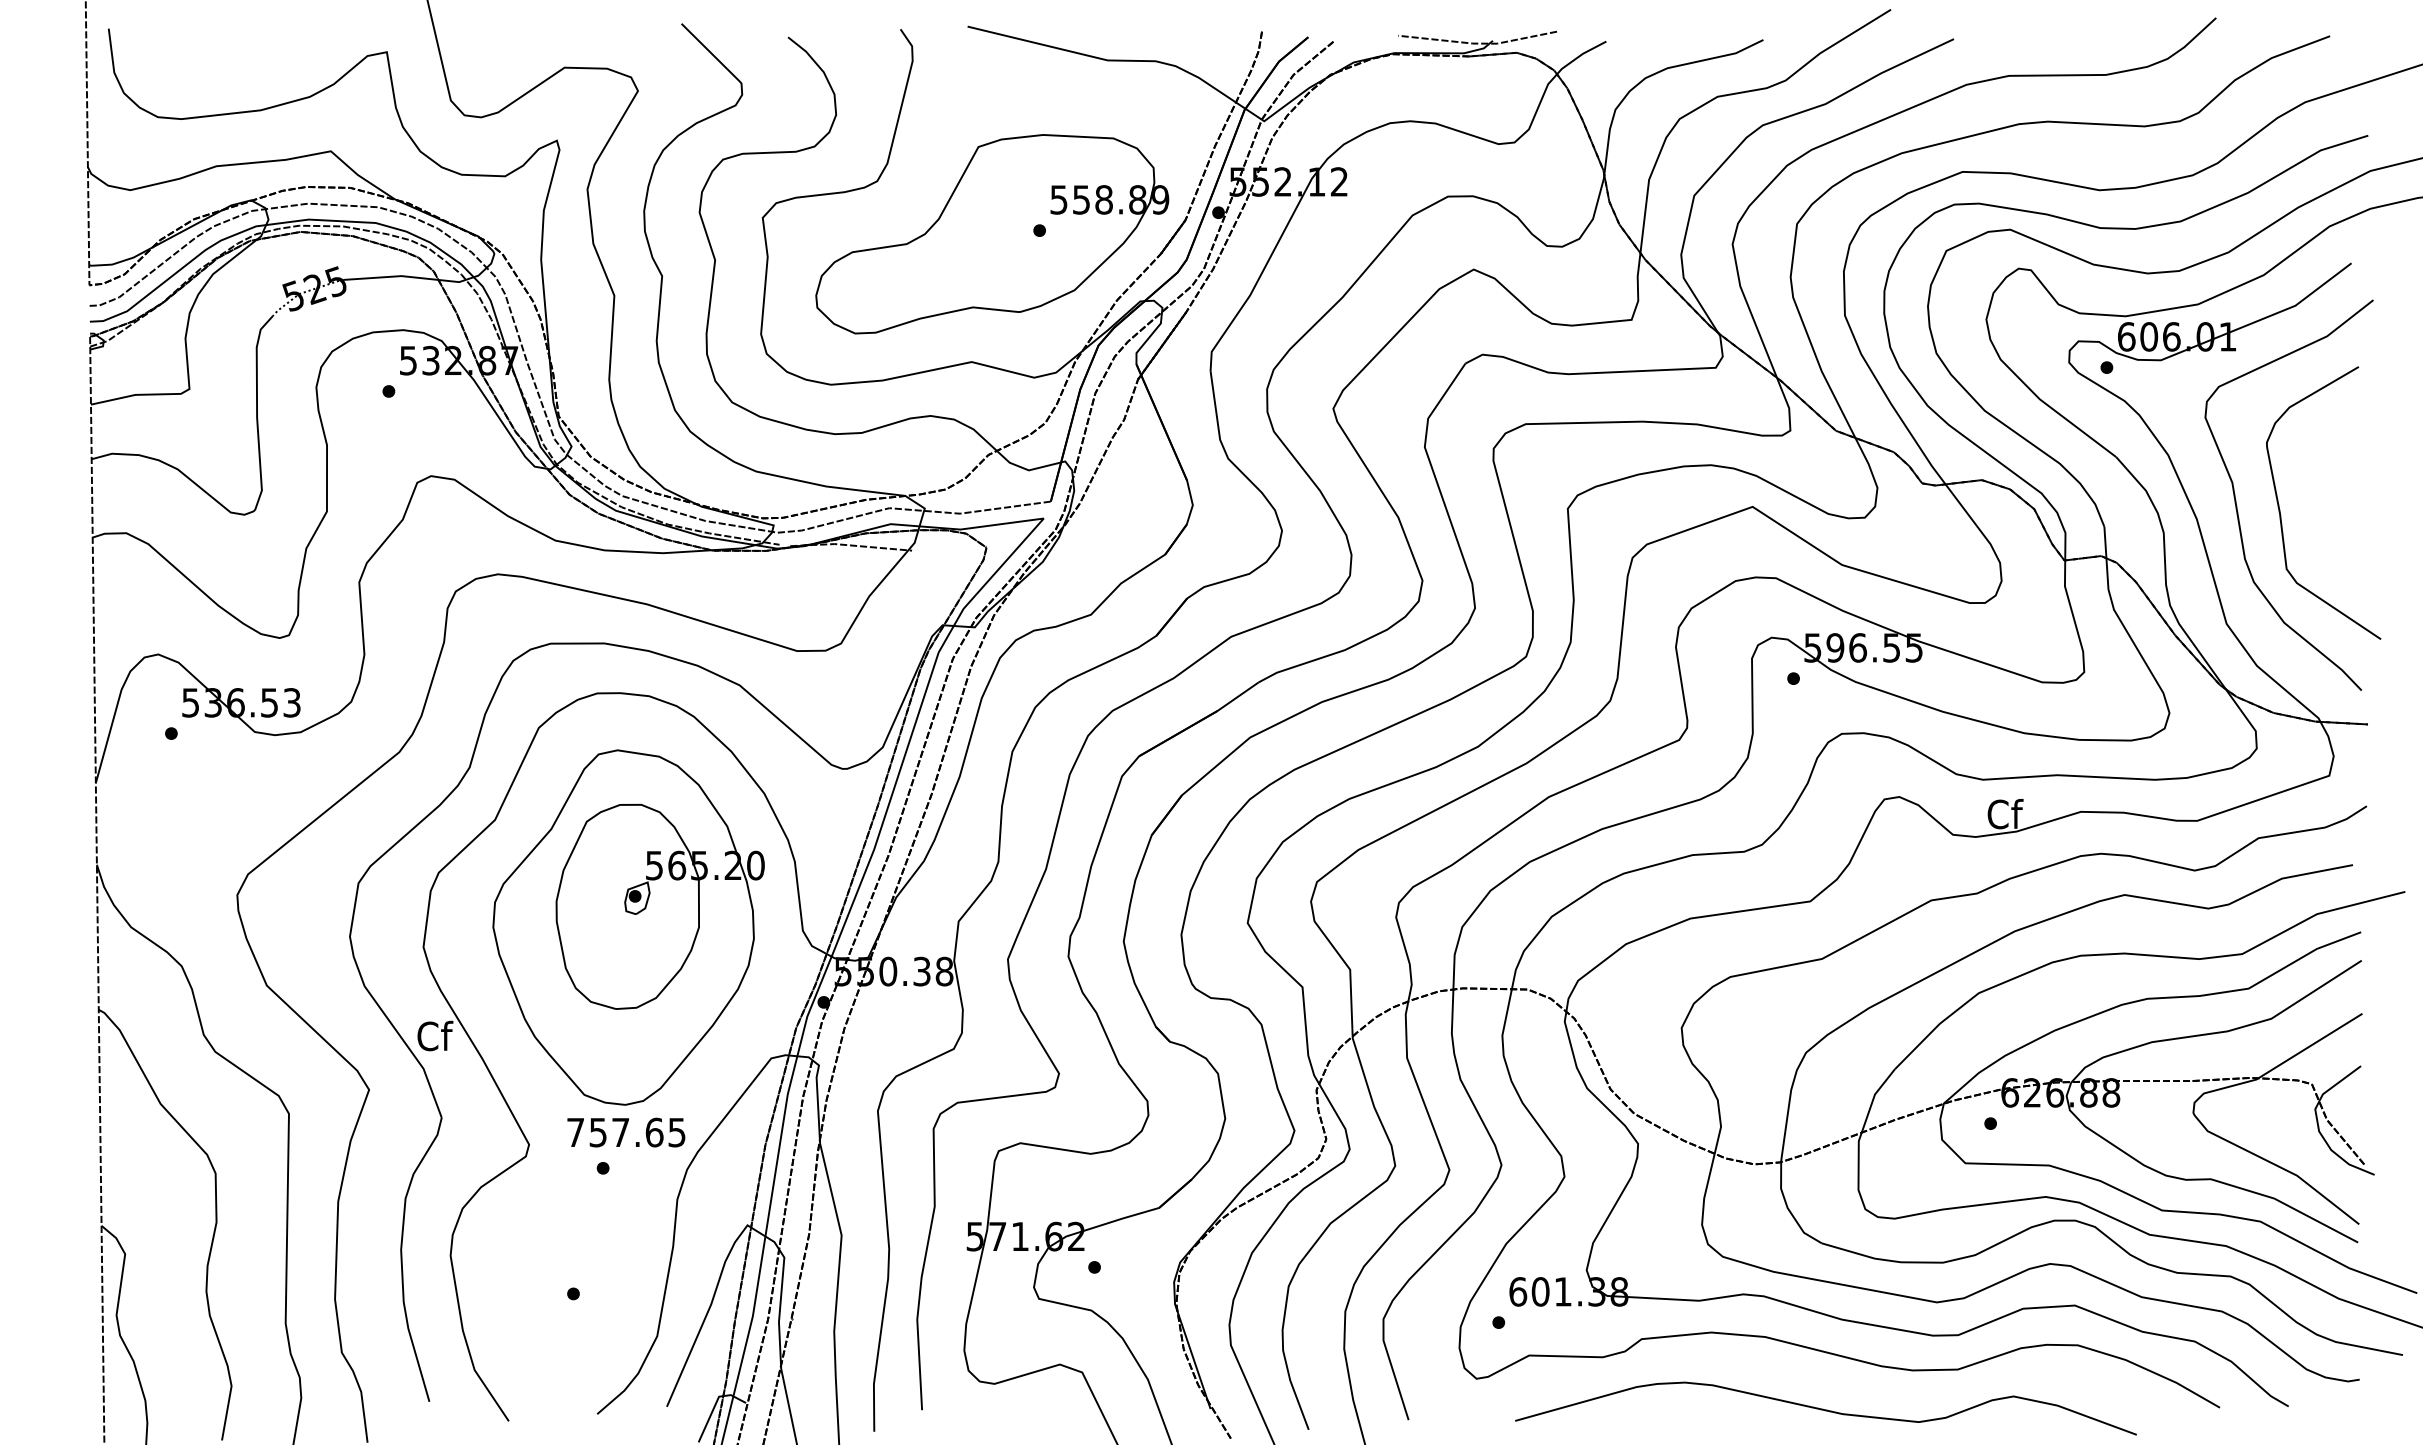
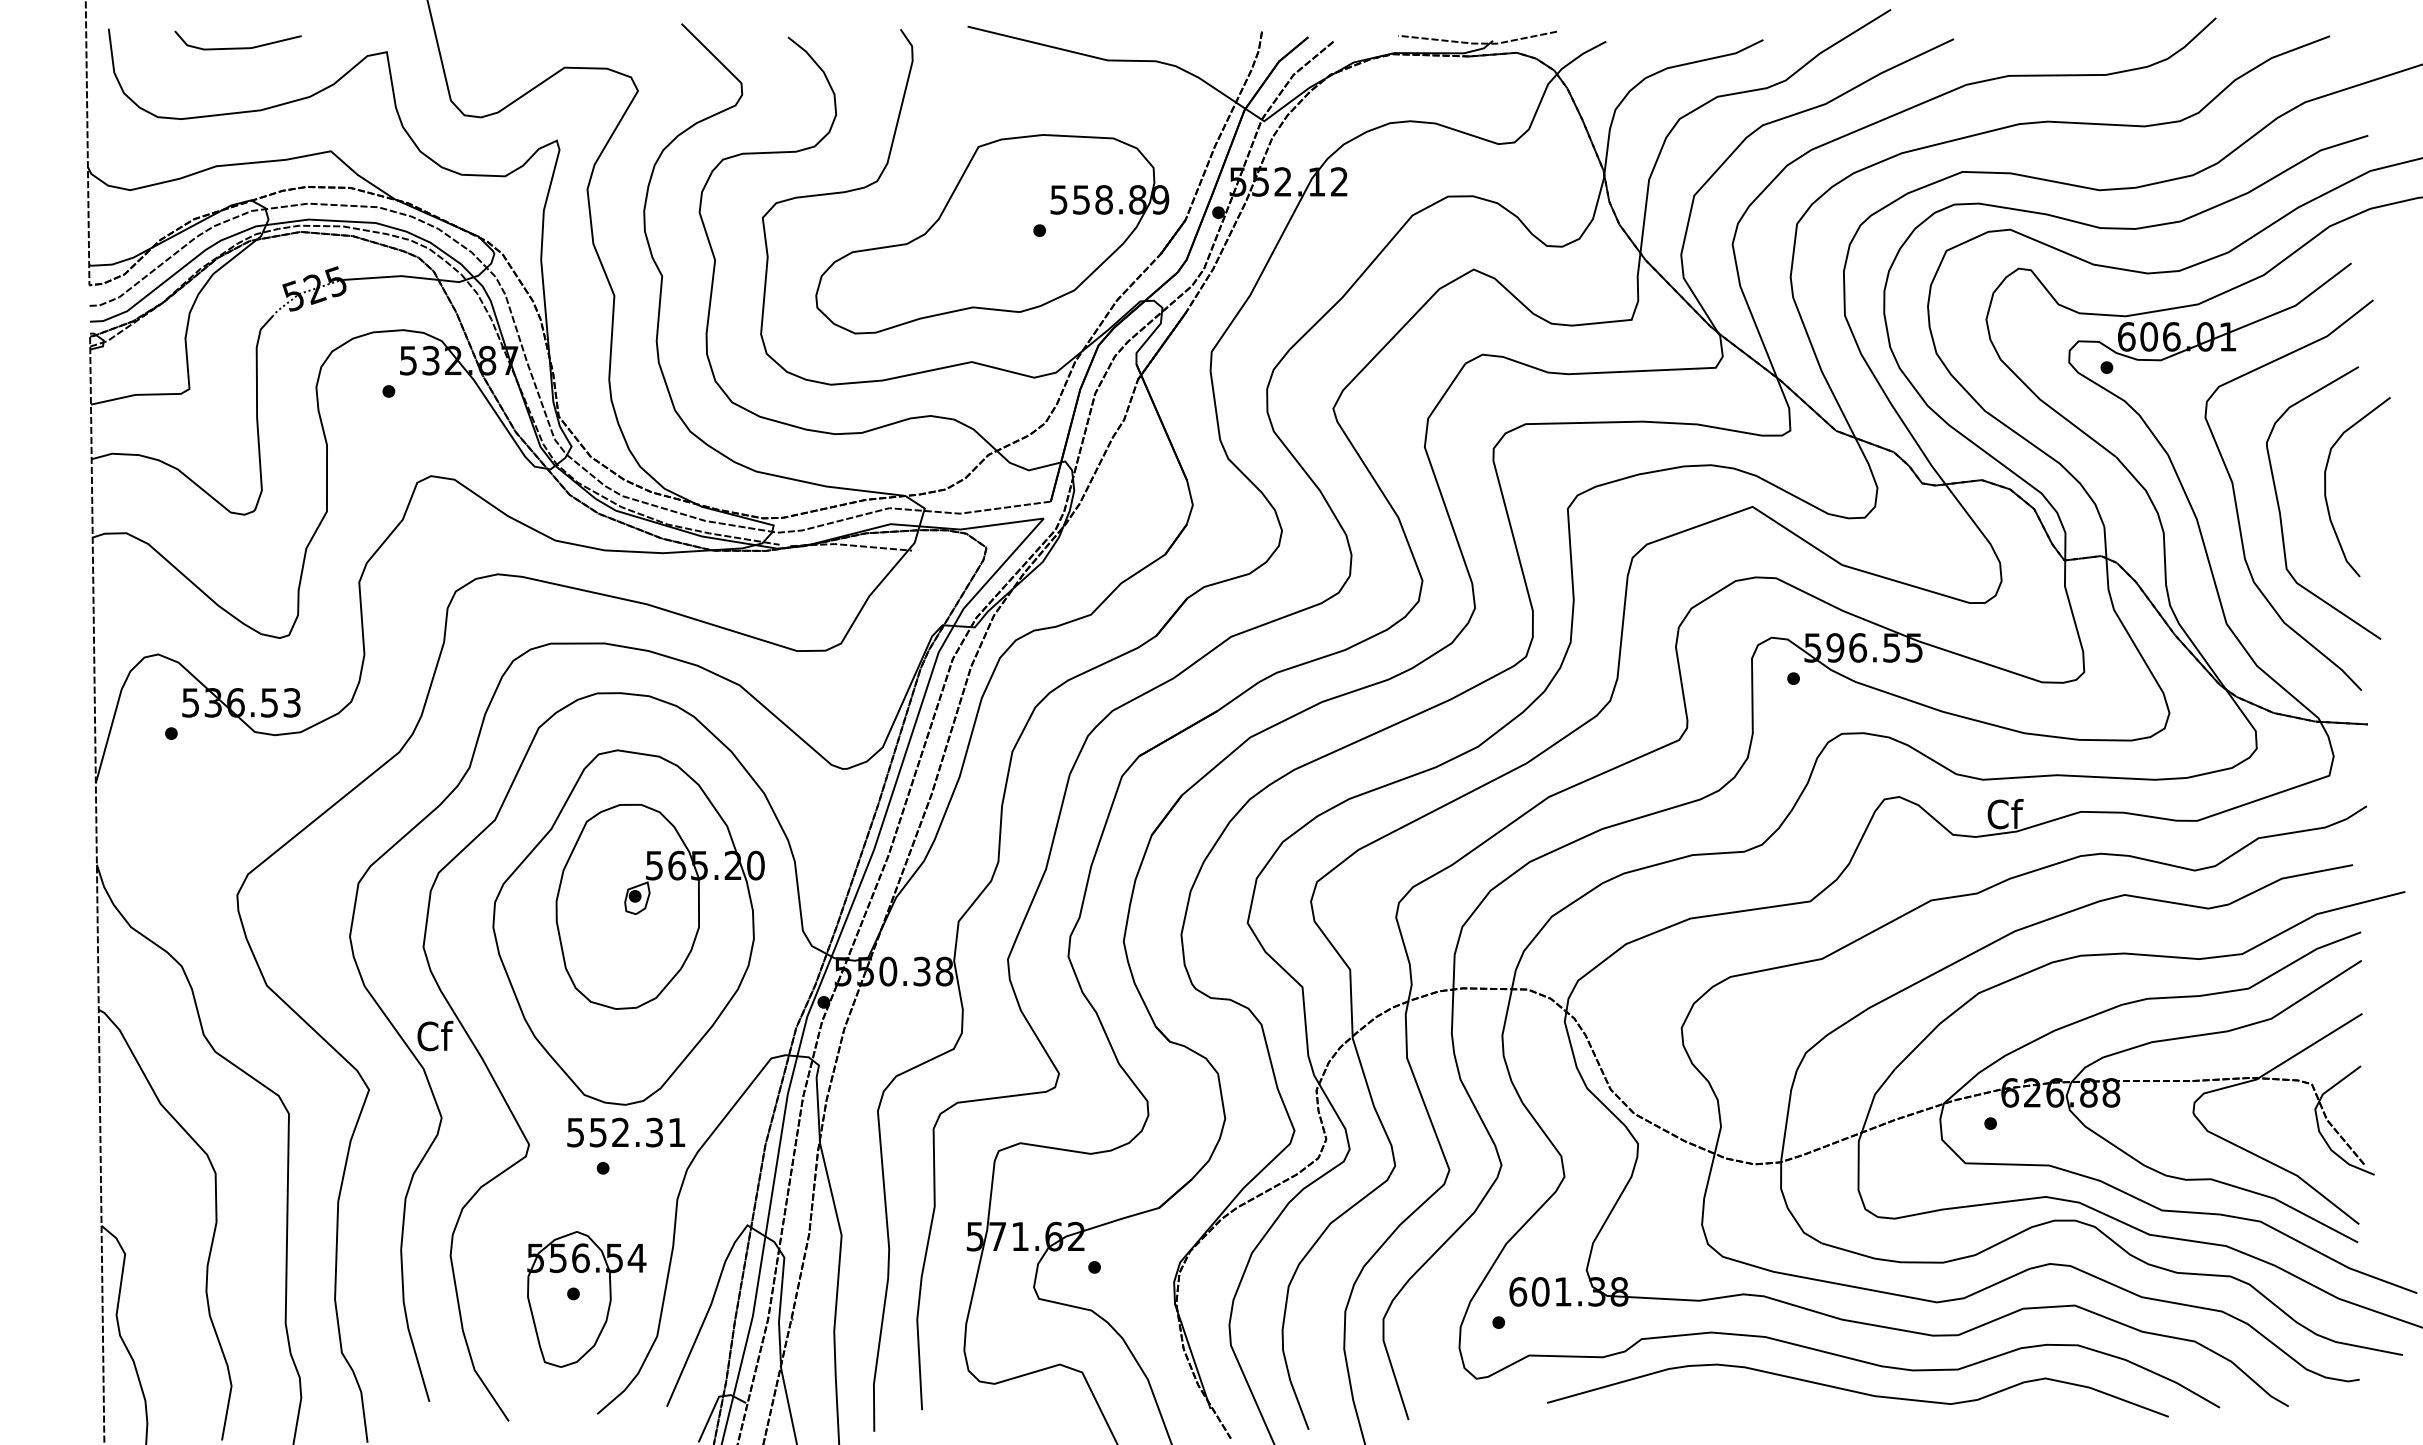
line at (237, 47): none -> present
curve at (2326, 487): none -> present
text at (626, 1132): 757.65 -> 552.31
part at (586, 1299): none -> present
curve at (1825, 1409) position: (1825, 1409) -> (1857, 1391)
